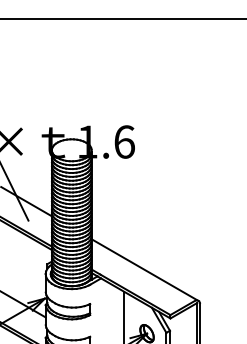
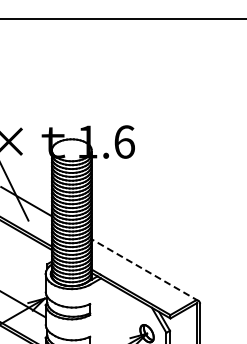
line at (144, 269): solid -> dashed
line at (123, 315): present -> none
